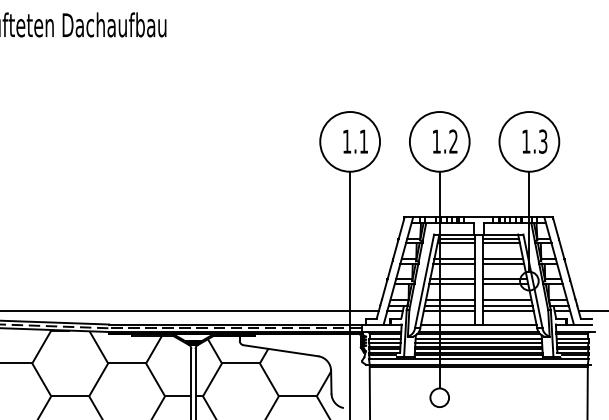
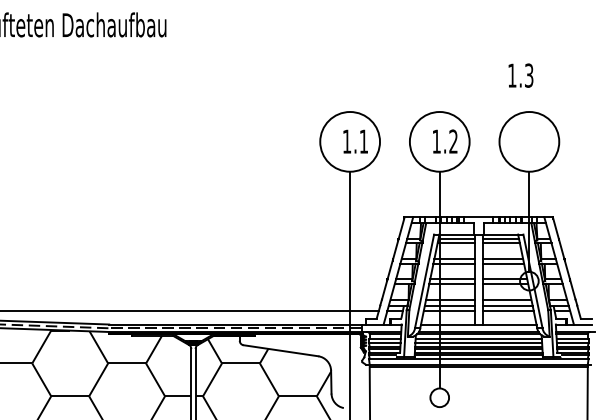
text at (534, 141) position: (534, 141) -> (520, 75)
line at (591, 311): present -> none
